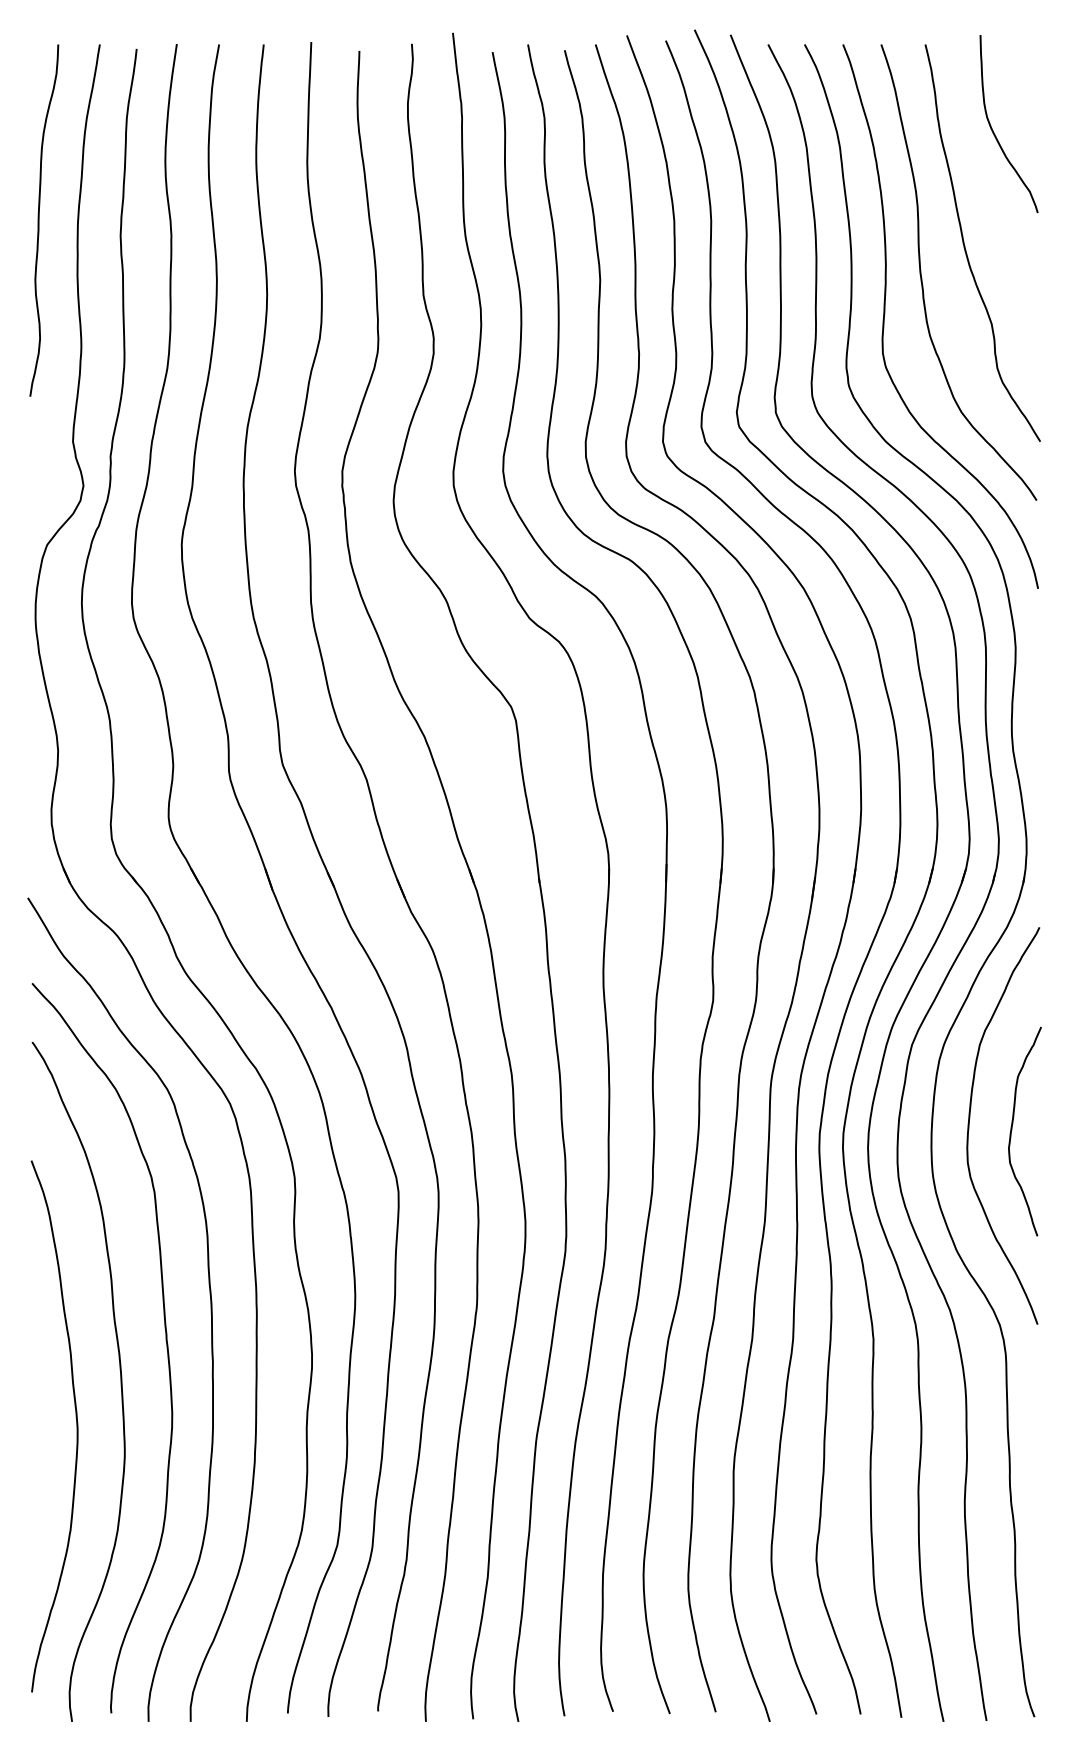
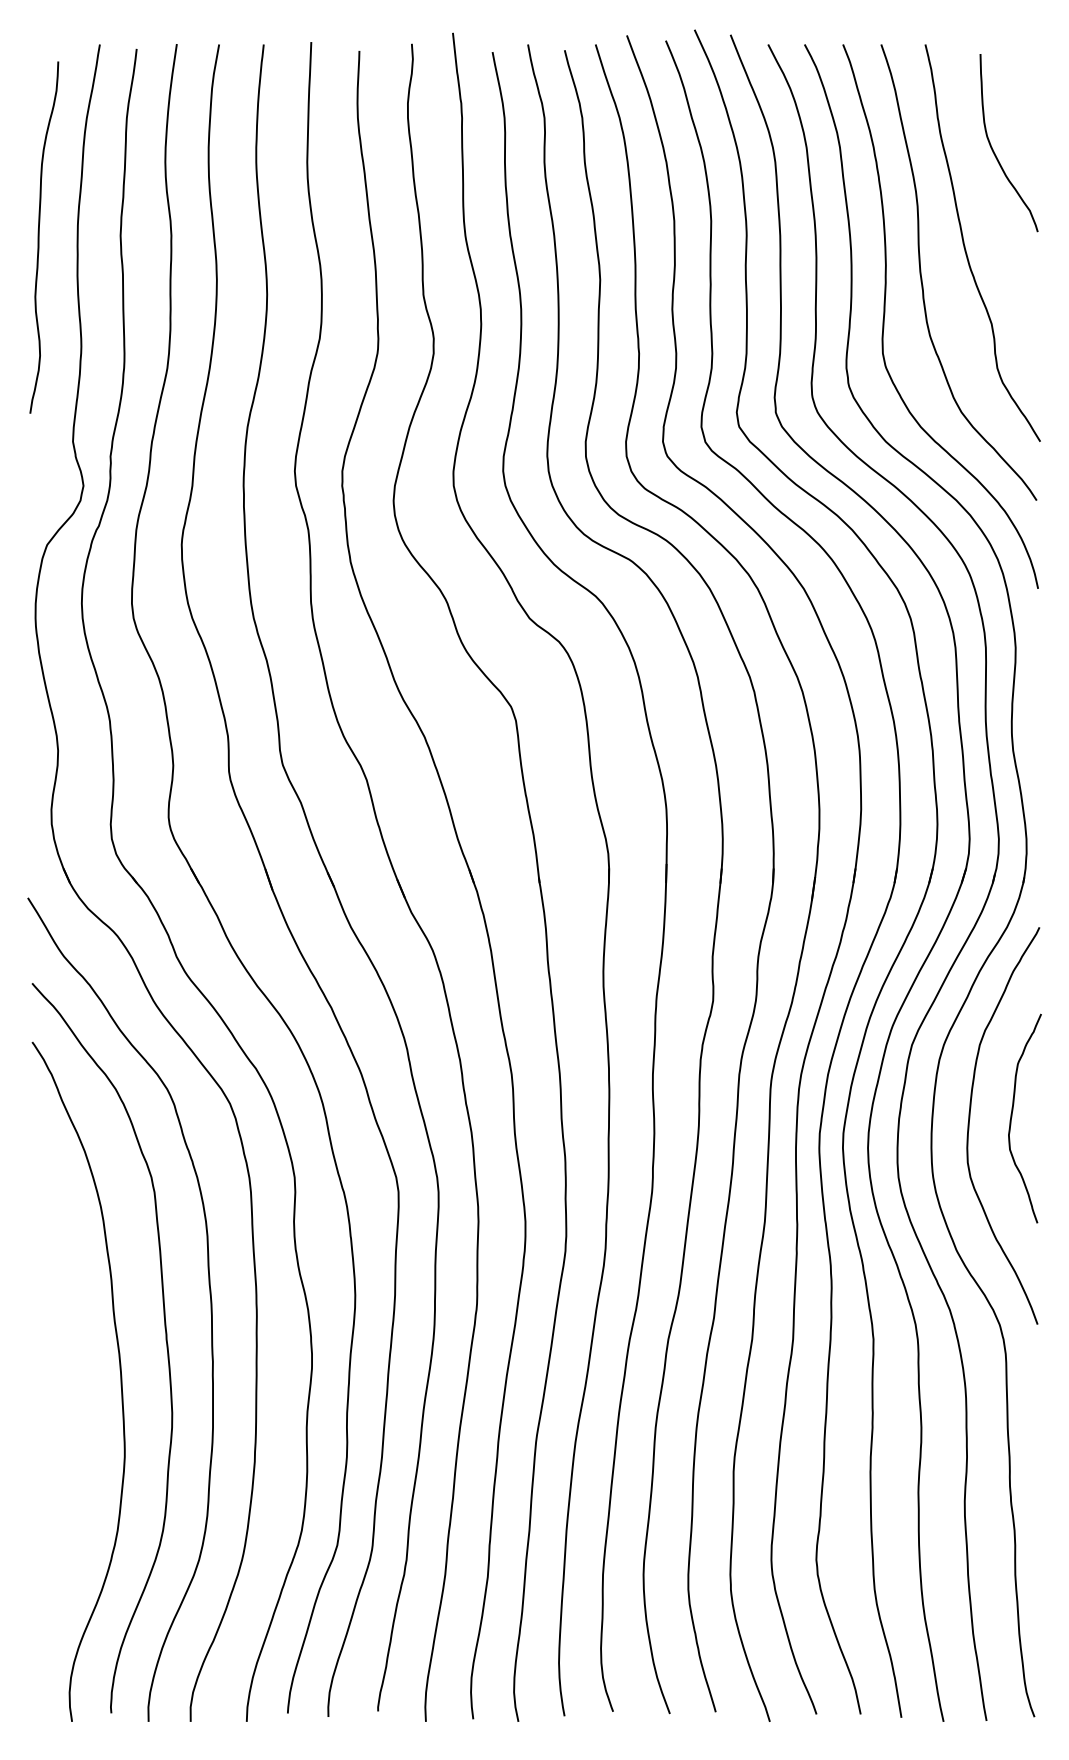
curve at (994, 132) position: (994, 132) -> (994, 151)
curve at (39, 220) position: (39, 220) -> (39, 237)
curve at (1012, 1130) position: (1012, 1130) -> (1012, 1117)
curve at (76, 1426): present -> none
